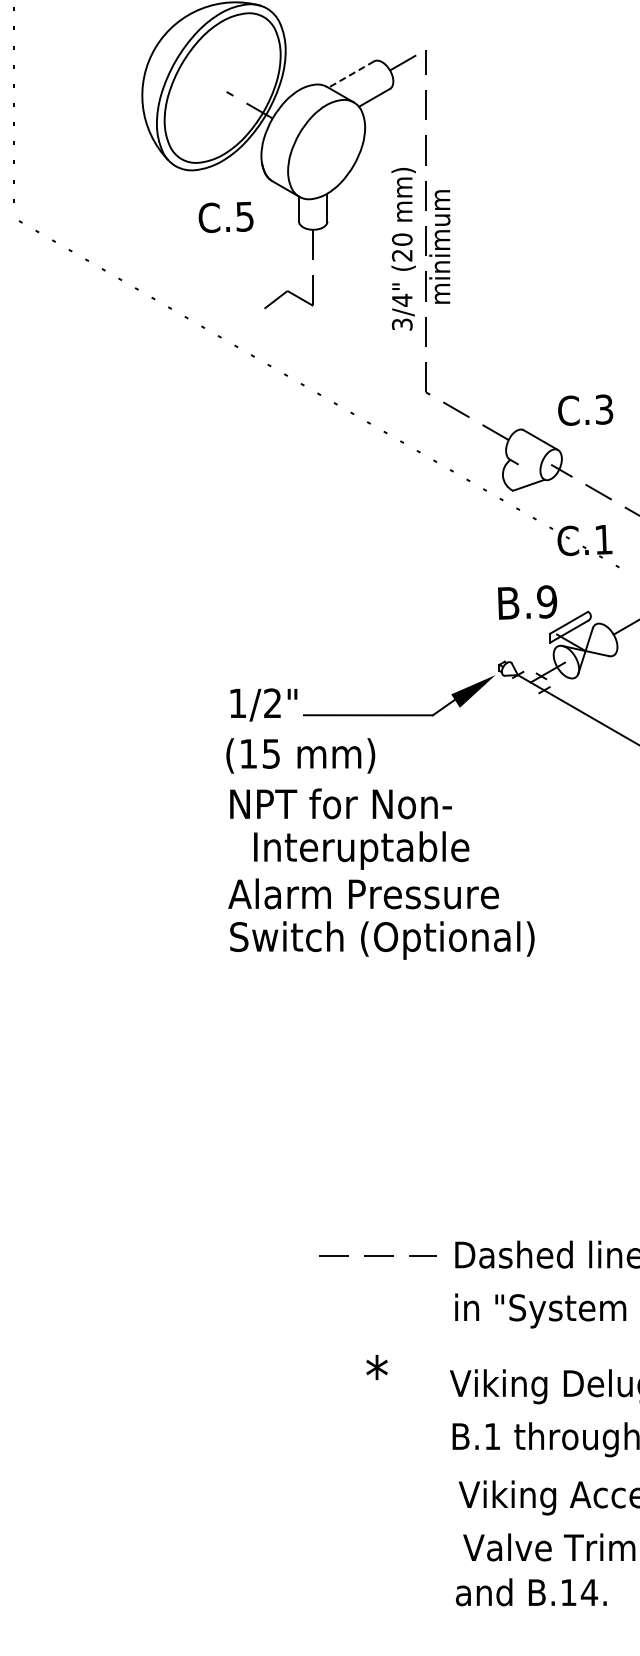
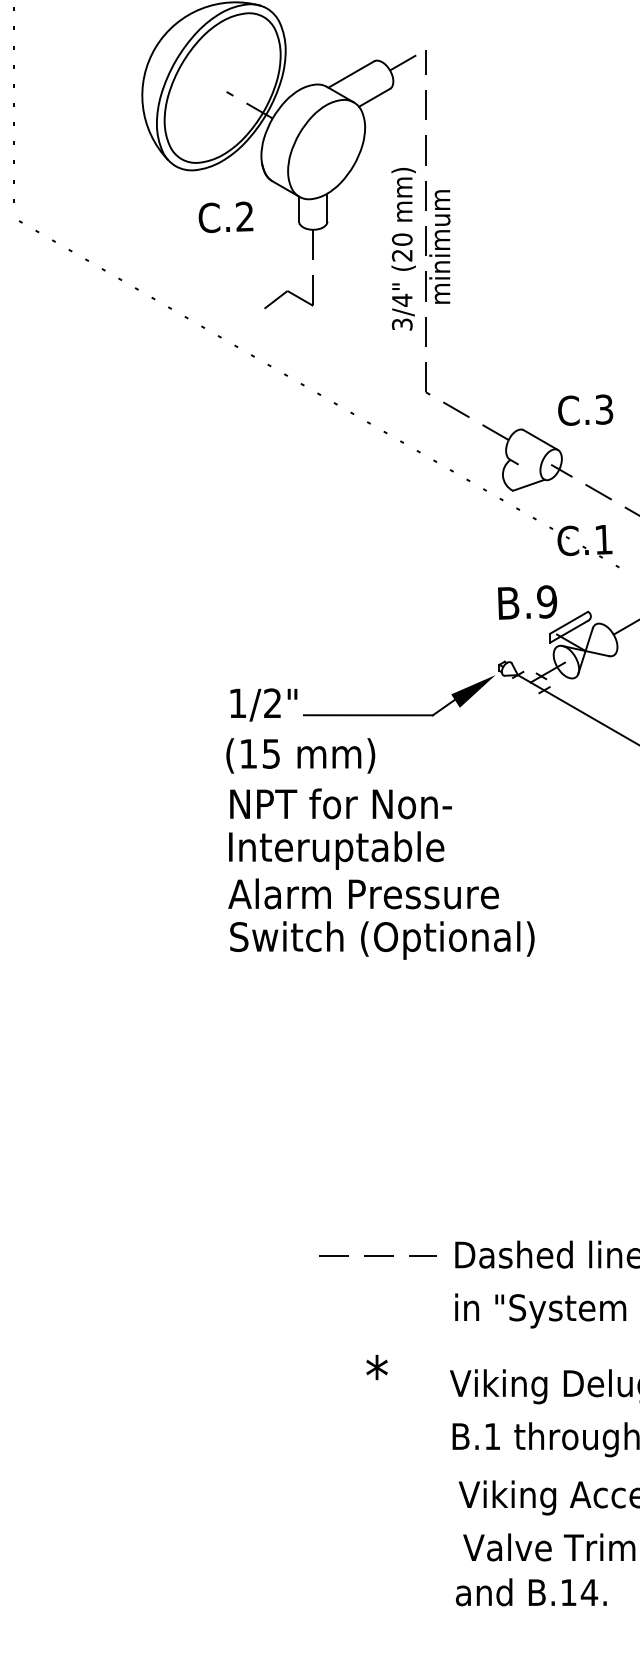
line at (350, 74): dashed -> solid
text at (244, 216): C.5 -> C.2
text at (361, 850) position: (361, 850) -> (336, 850)
